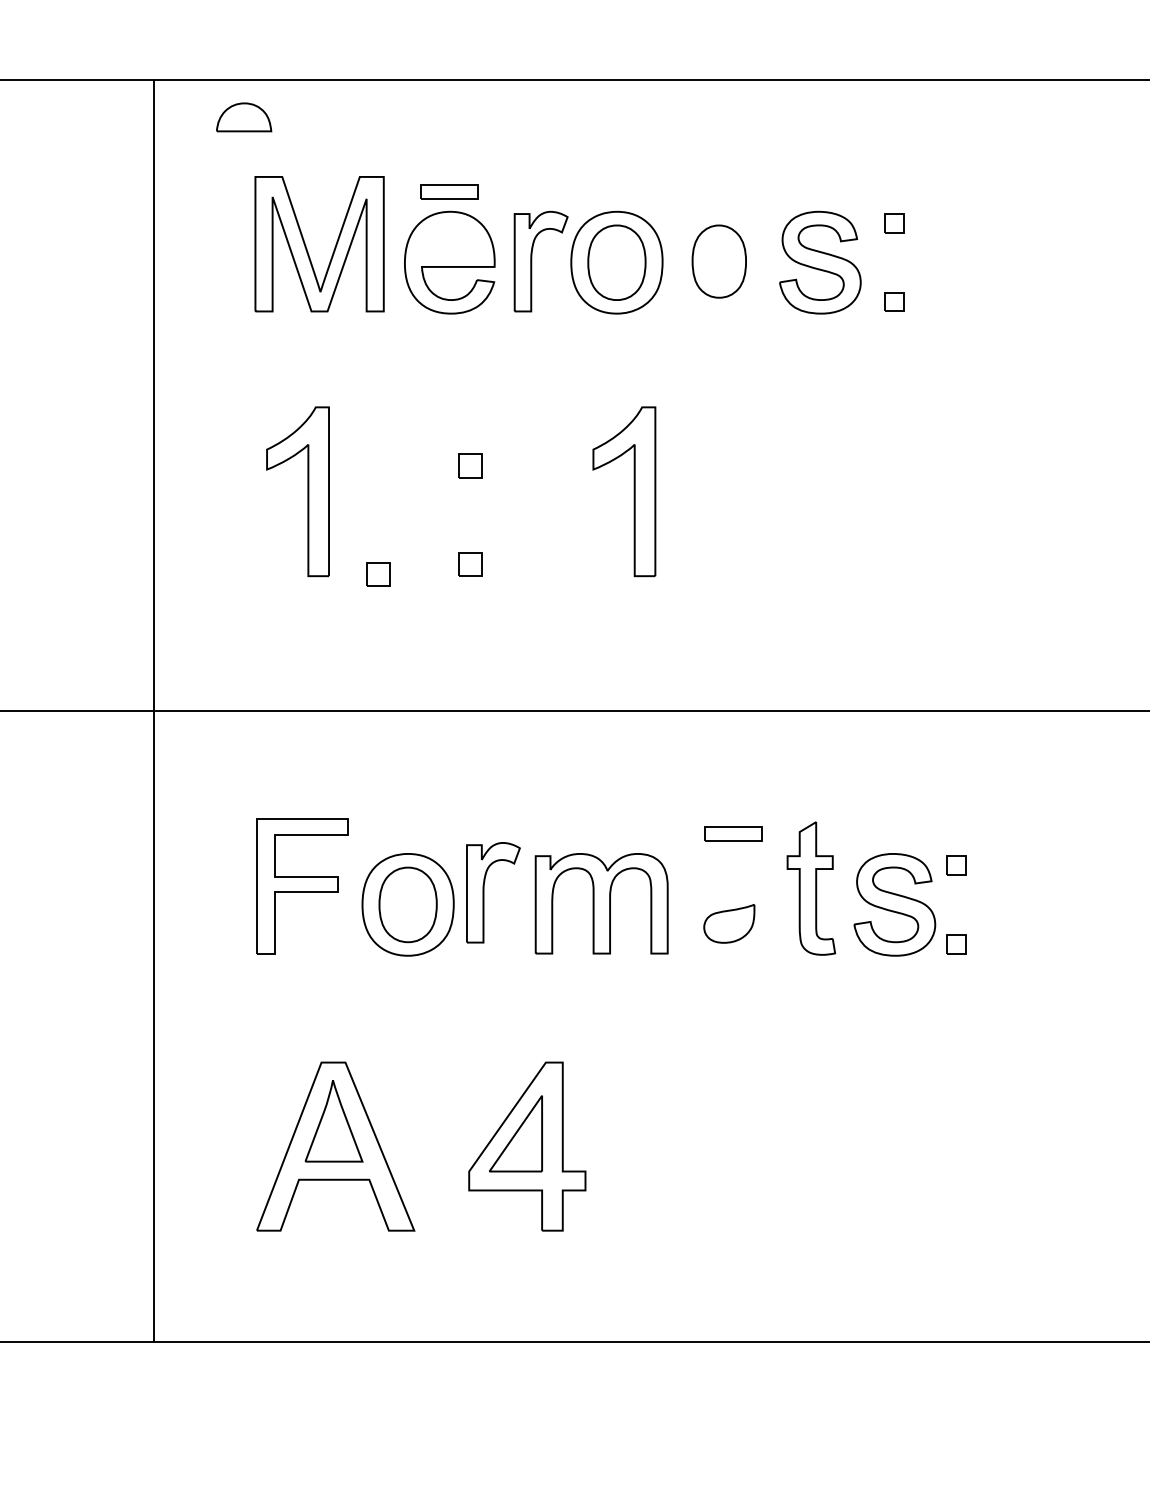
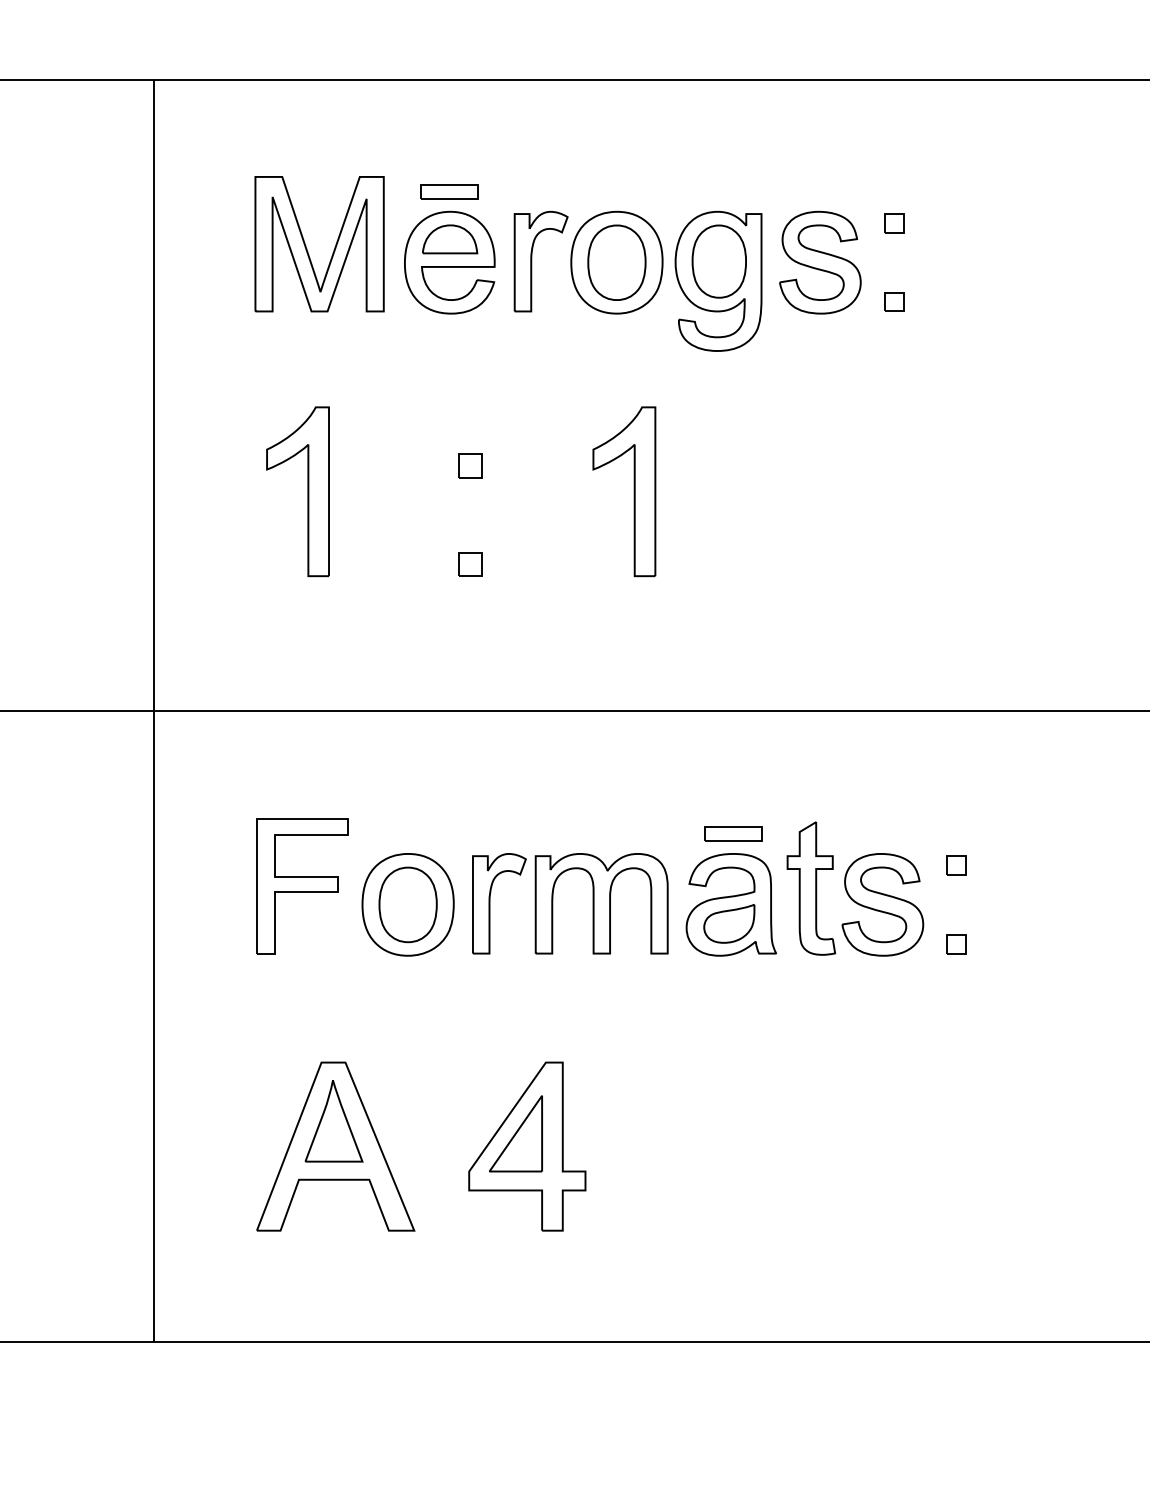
part at (244, 117) position: (244, 117) -> (450, 239)
part at (718, 280): none -> present
part at (378, 574): present -> none
part at (484, 892) position: (484, 892) -> (490, 903)
part at (730, 904): none -> present
part at (894, 904) position: (894, 904) -> (882, 904)
